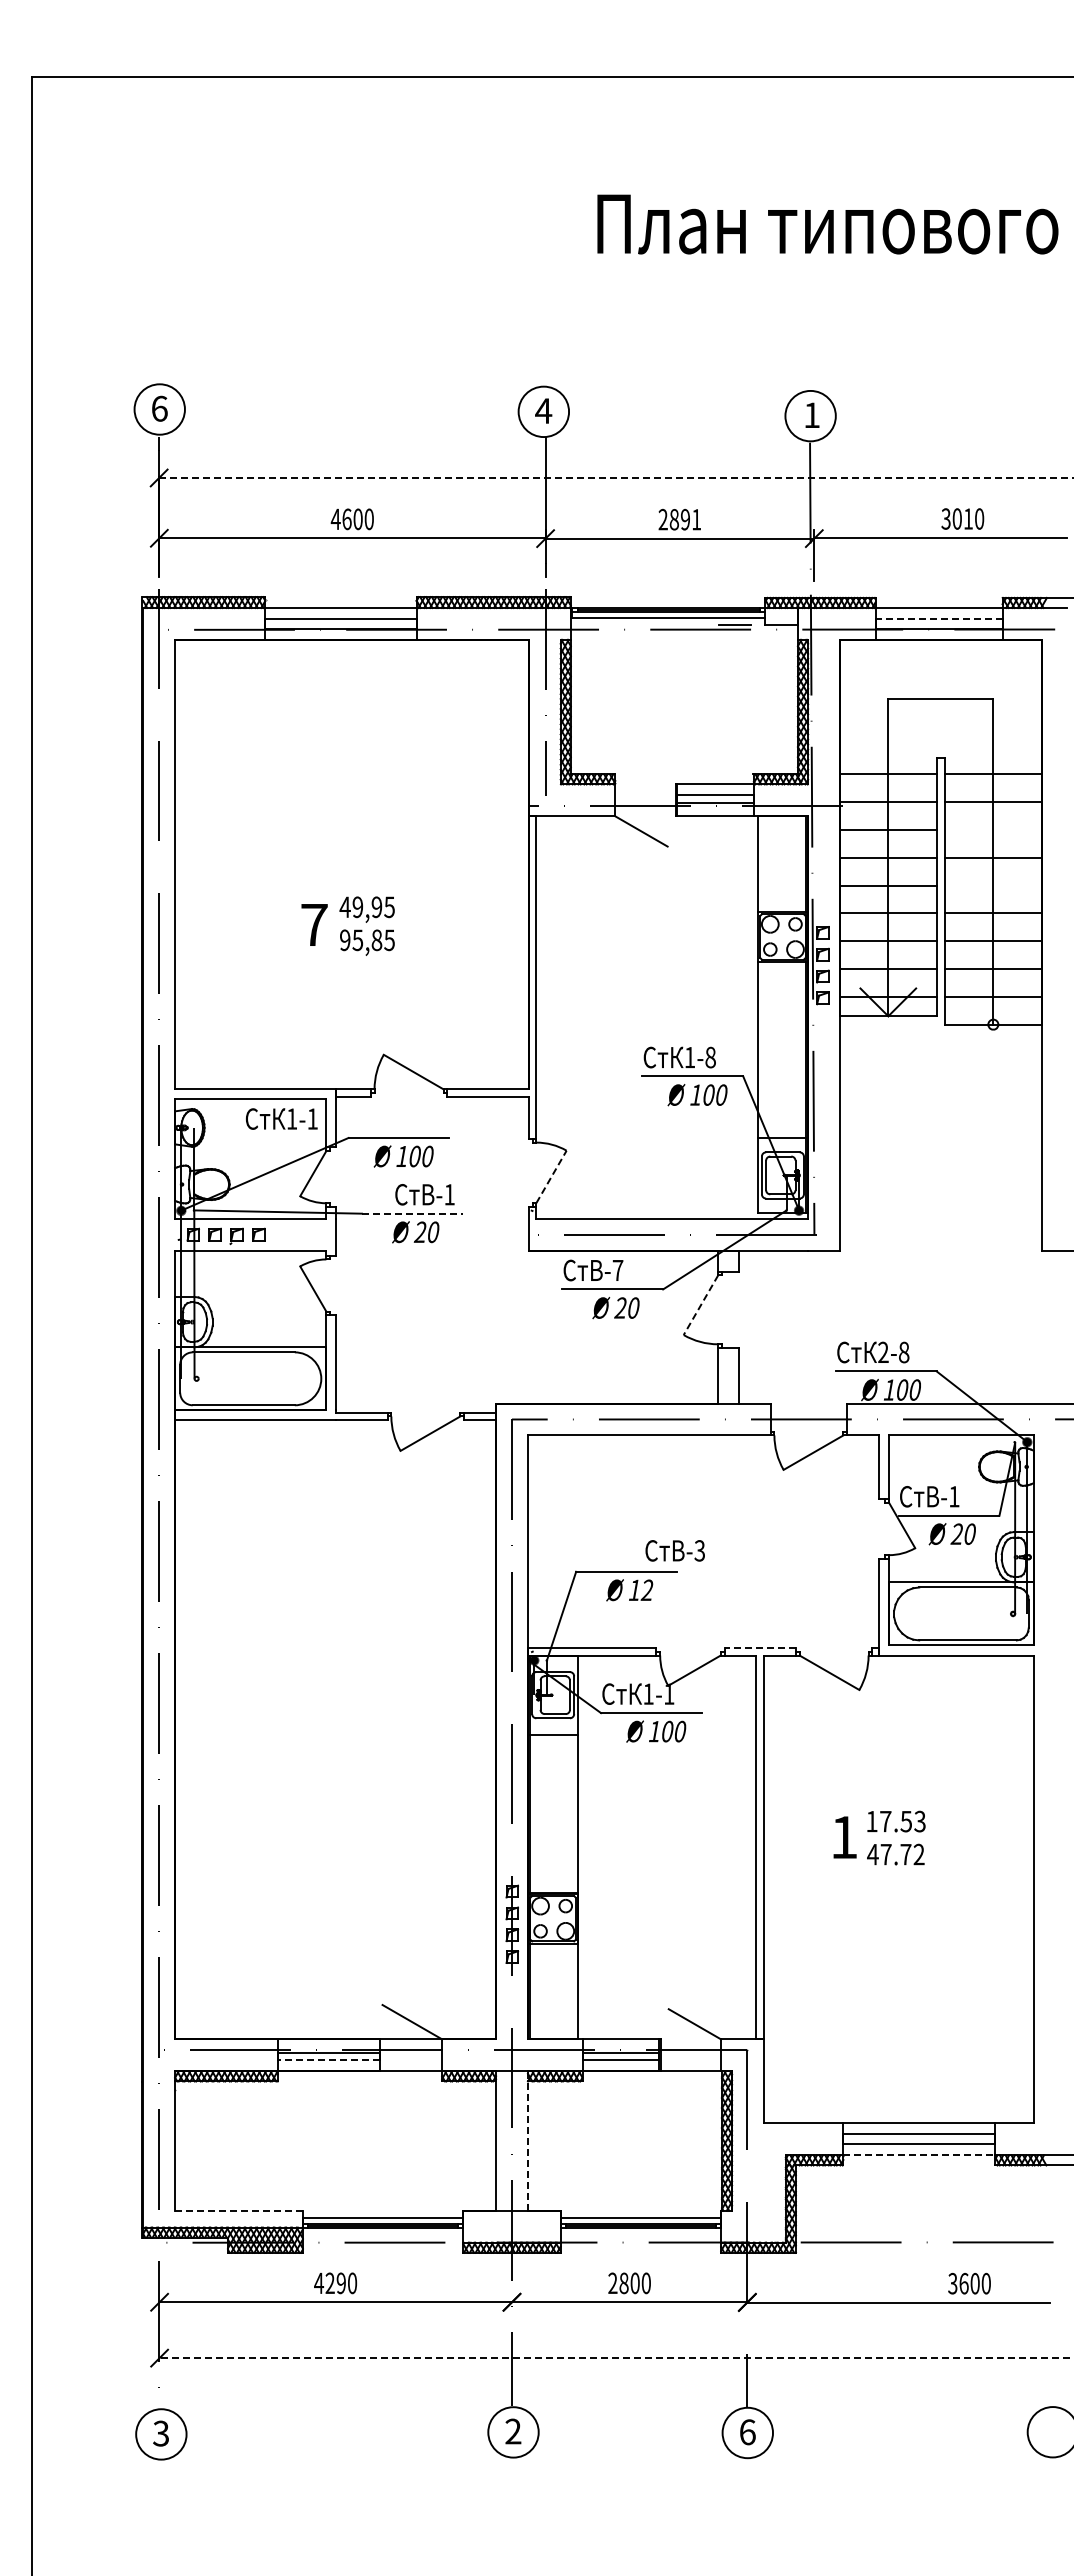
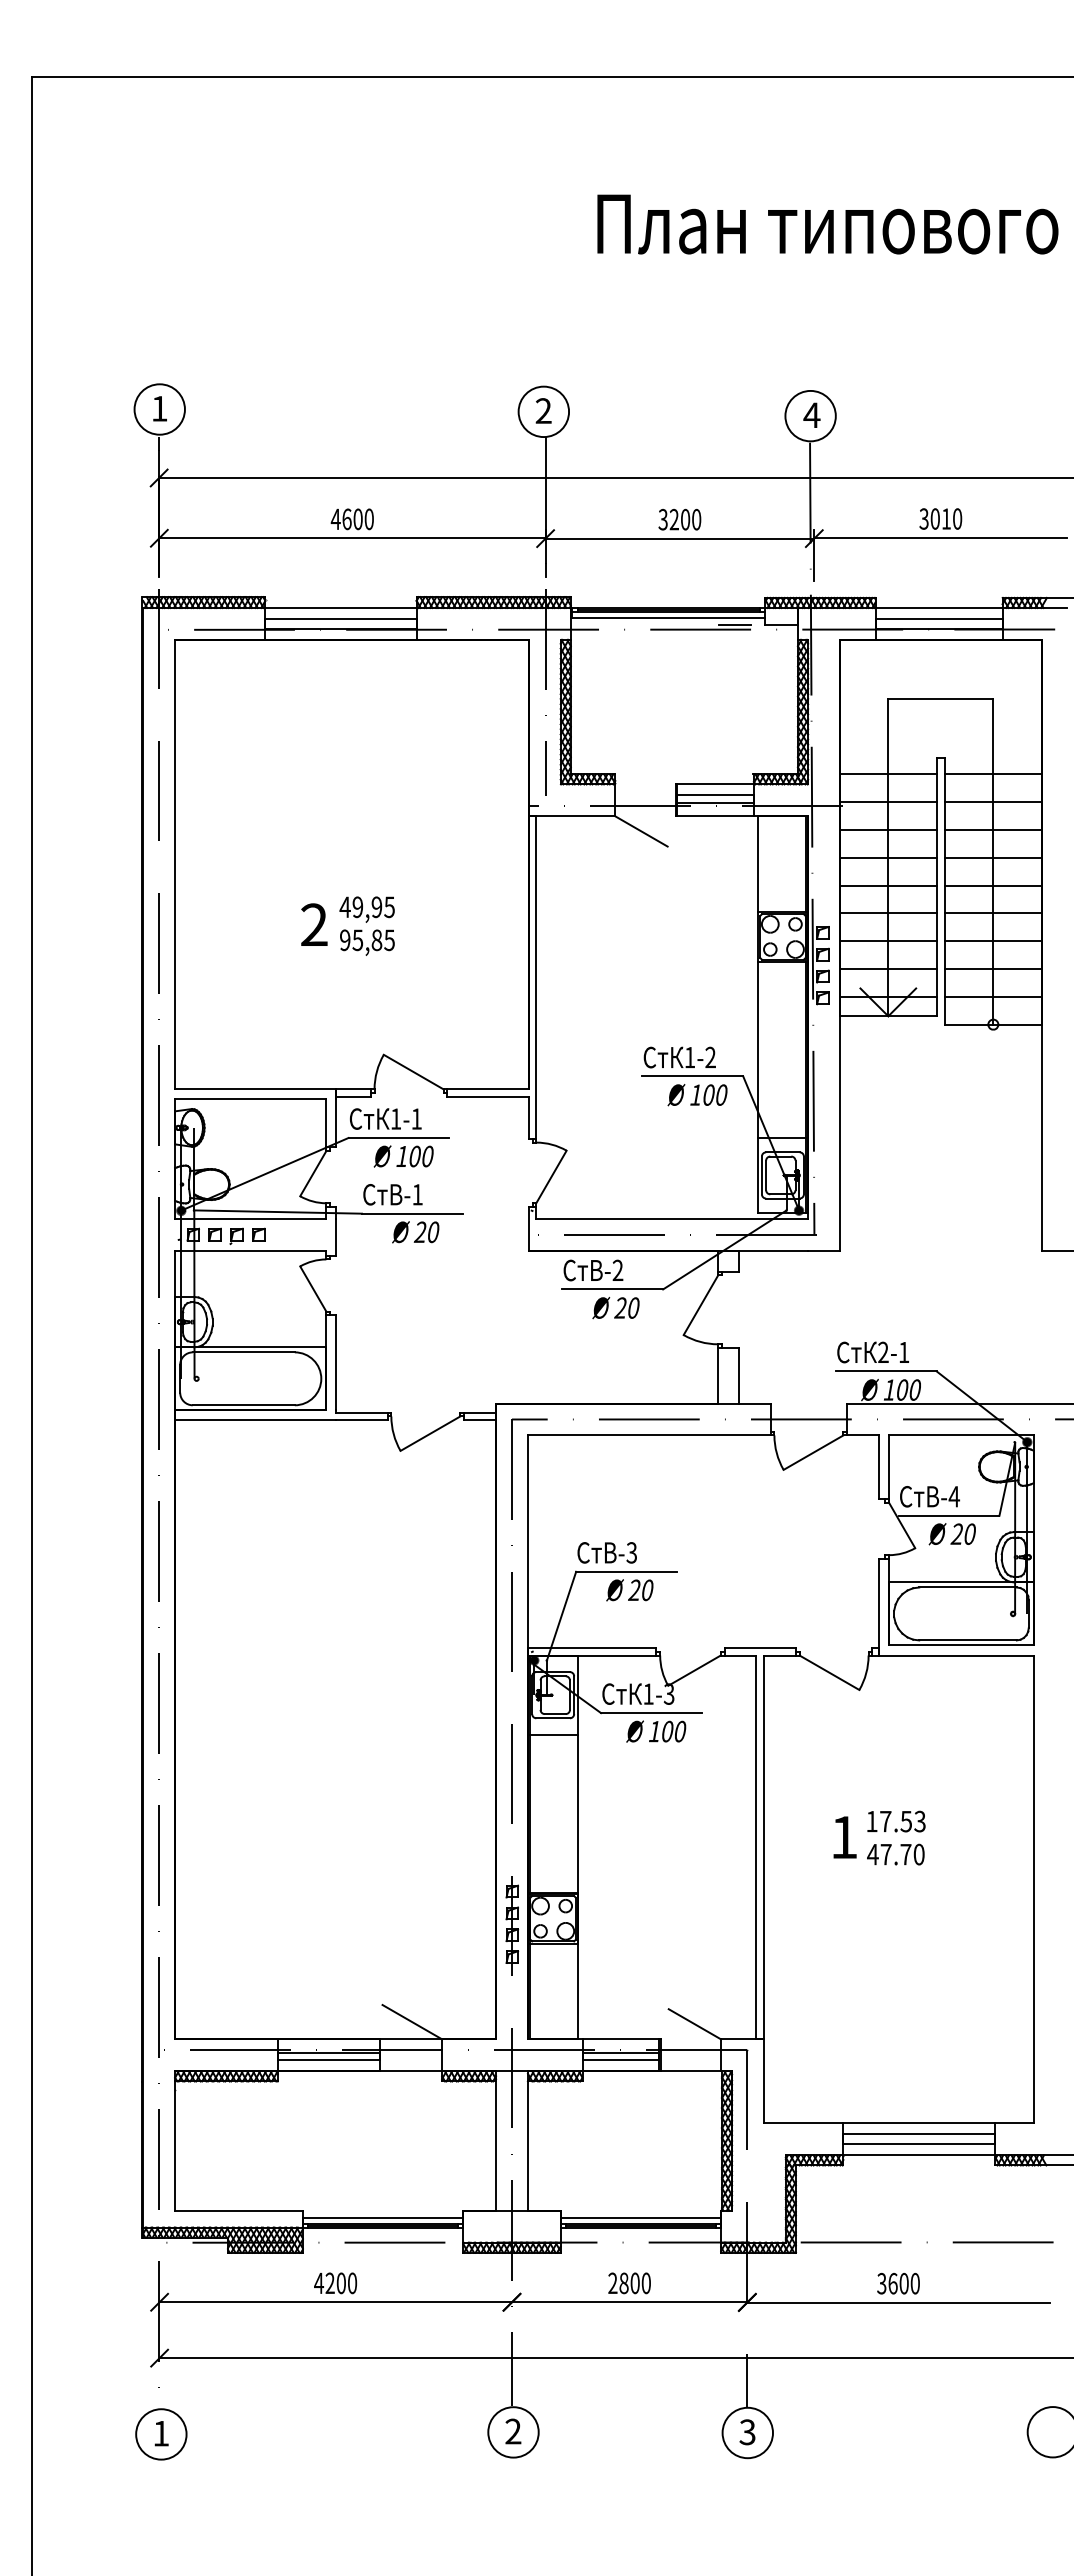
text at (159, 408): 6 -> 1
text at (543, 410): 4 -> 2
text at (811, 414): 1 -> 4
line at (616, 477): dashed -> solid
text at (962, 518) position: (962, 518) -> (940, 518)
text at (679, 519): 2891 -> 3200
line at (938, 618): dashed -> solid
line at (993, 829): none -> present
line at (993, 885): none -> present
text at (314, 924): 7 -> 2
text at (710, 1057): 1-8 -> 1-2
text at (281, 1118) position: (281, 1118) -> (385, 1118)
line at (551, 1176): dashed -> solid
text at (424, 1194) position: (424, 1194) -> (392, 1194)
line at (412, 1213): dashed -> solid
text at (617, 1269): -7 -> -2
line at (700, 1305): dashed -> solid
text at (904, 1352): 2-8 -> 2-1
text at (954, 1496): -1 -> -4
text at (674, 1550) position: (674, 1550) -> (606, 1552)
text at (640, 1590): 12 -> 20
line at (760, 1647): dashed -> solid
text at (668, 1693): 1-1 -> 1-3
text at (918, 1854): 47.72 -> 47.70
line at (329, 2060): dashed -> solid
line at (527, 2141): dashed -> solid
line at (919, 2155): dashed -> solid
line at (238, 2210): dashed -> solid
text at (340, 2283): 4290 -> 4200
text at (969, 2283) position: (969, 2283) -> (898, 2283)
line at (617, 2358): dashed -> solid
text at (747, 2432): 6 -> 3
text at (160, 2433): 3 -> 1
